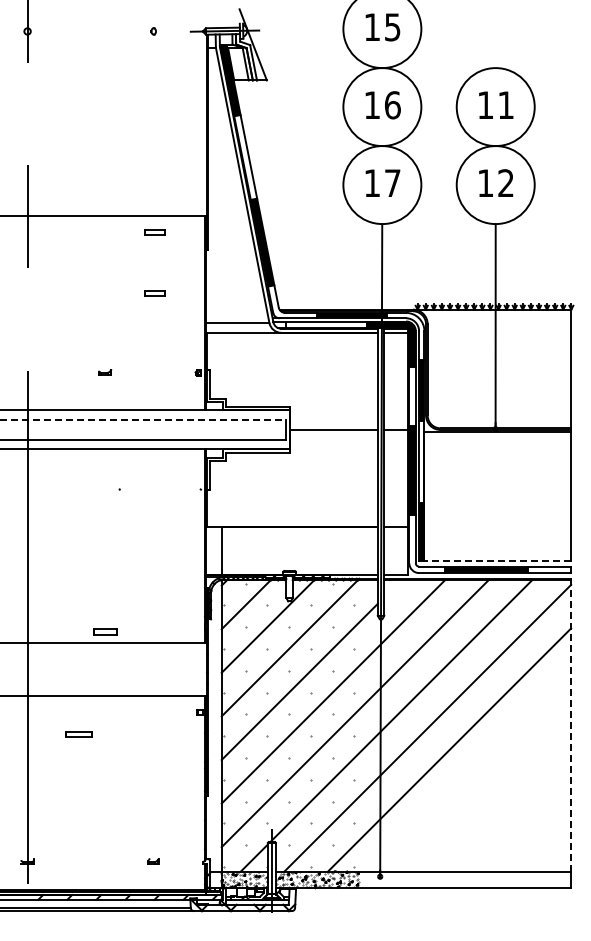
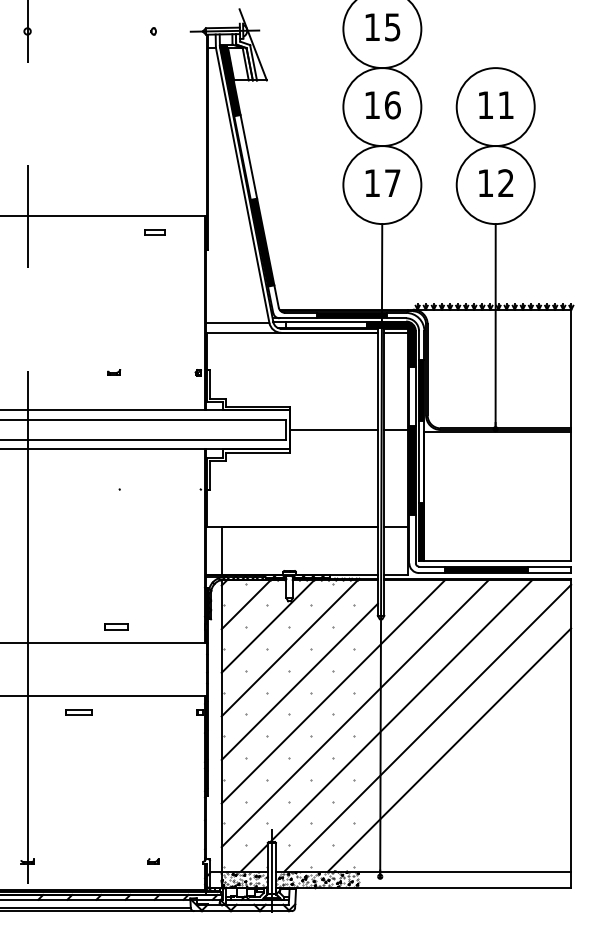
part at (154, 293): present -> none
part at (105, 372) position: (105, 372) -> (114, 372)
line at (143, 420): dashed -> solid
line at (497, 561): dashed -> solid
part at (105, 631) position: (105, 631) -> (116, 626)
line at (571, 725): dashed -> solid
part at (78, 734) position: (78, 734) -> (78, 712)
